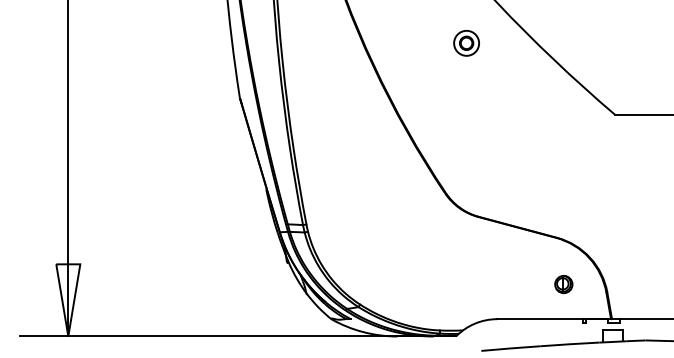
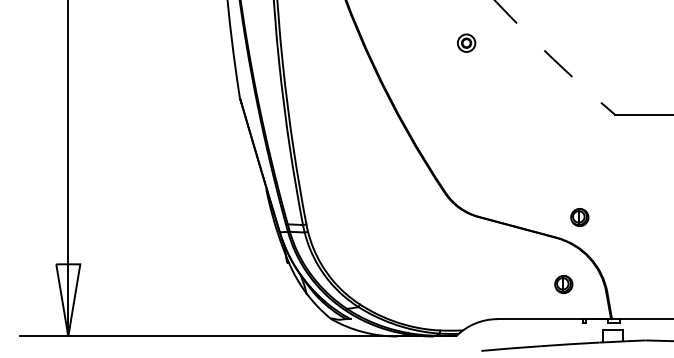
part at (466, 42) size: 27x28 px -> 20x20 px
arc at (553, 59): solid -> dashed
part at (579, 217): none -> present
